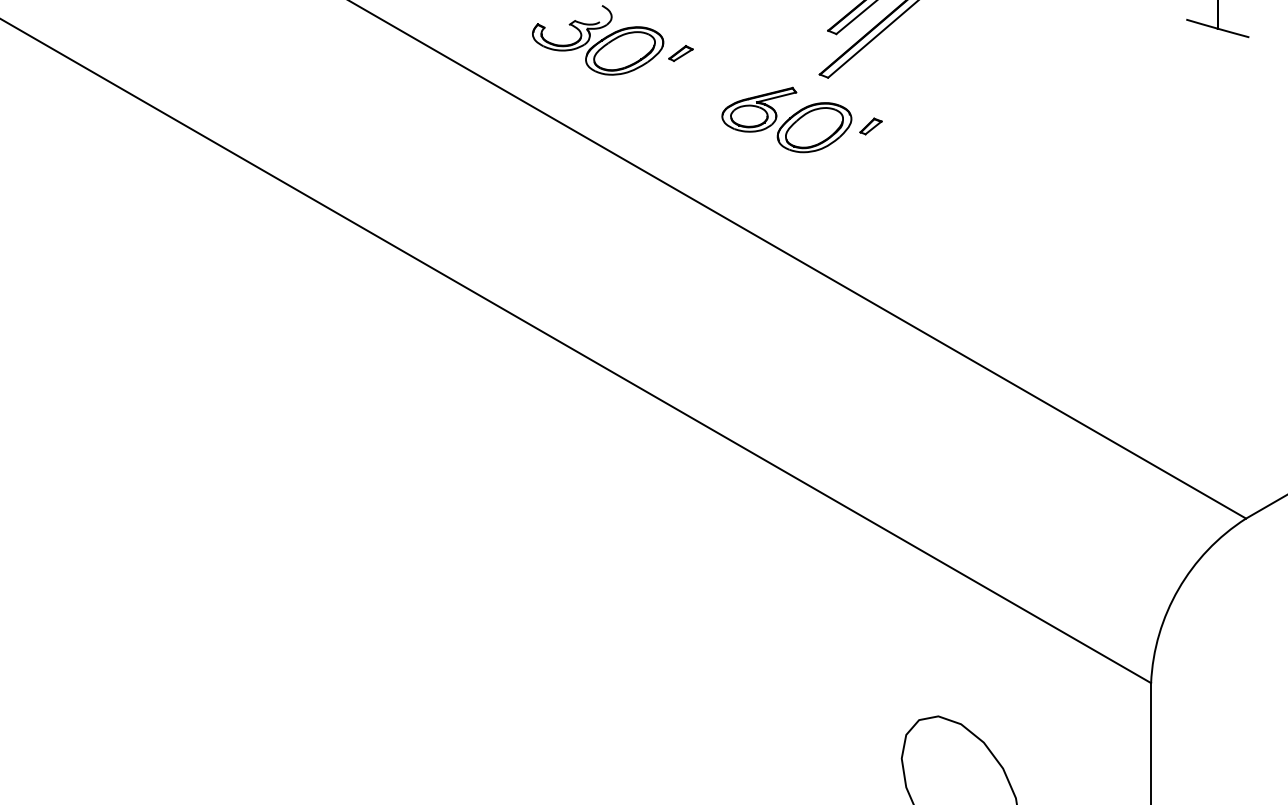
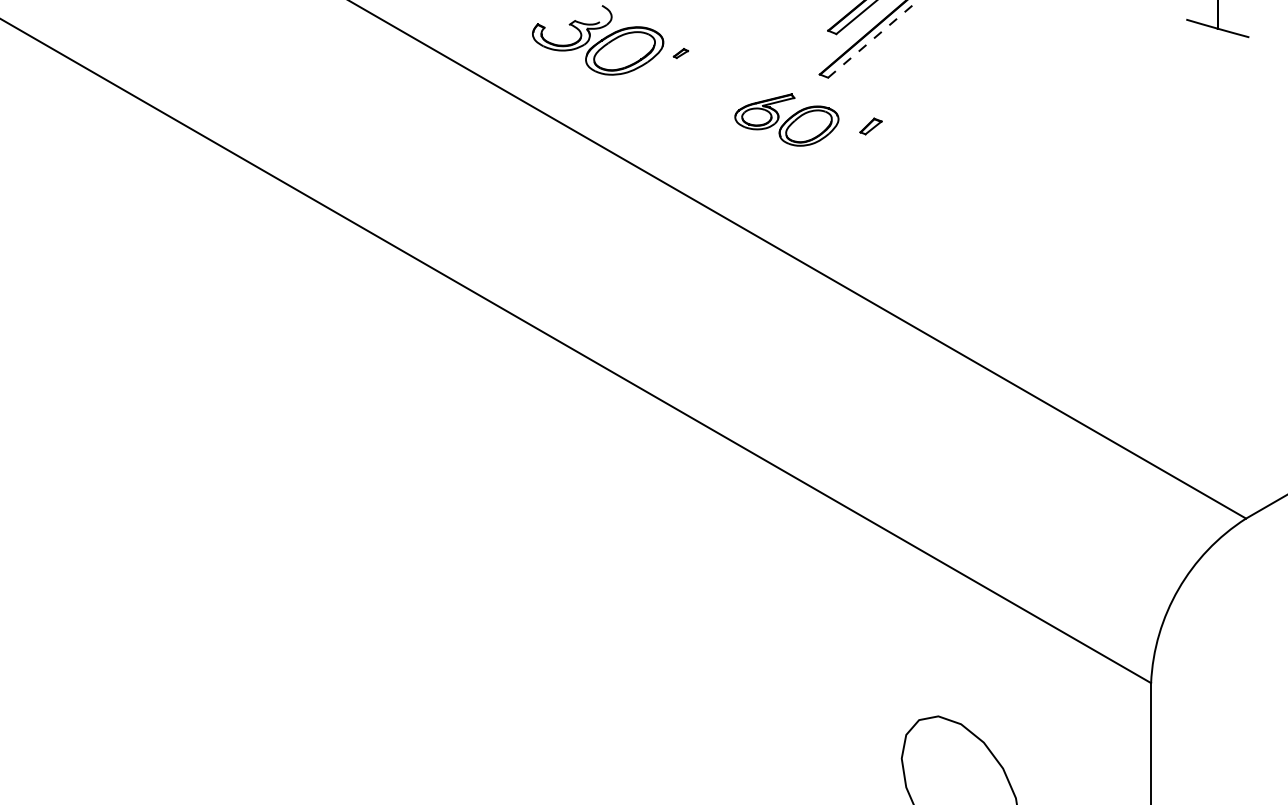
line at (873, 38): solid -> dashed
part at (680, 53) size: 26x17 px -> 18x12 px
part at (786, 119) size: 132x68 px -> 106x54 px
